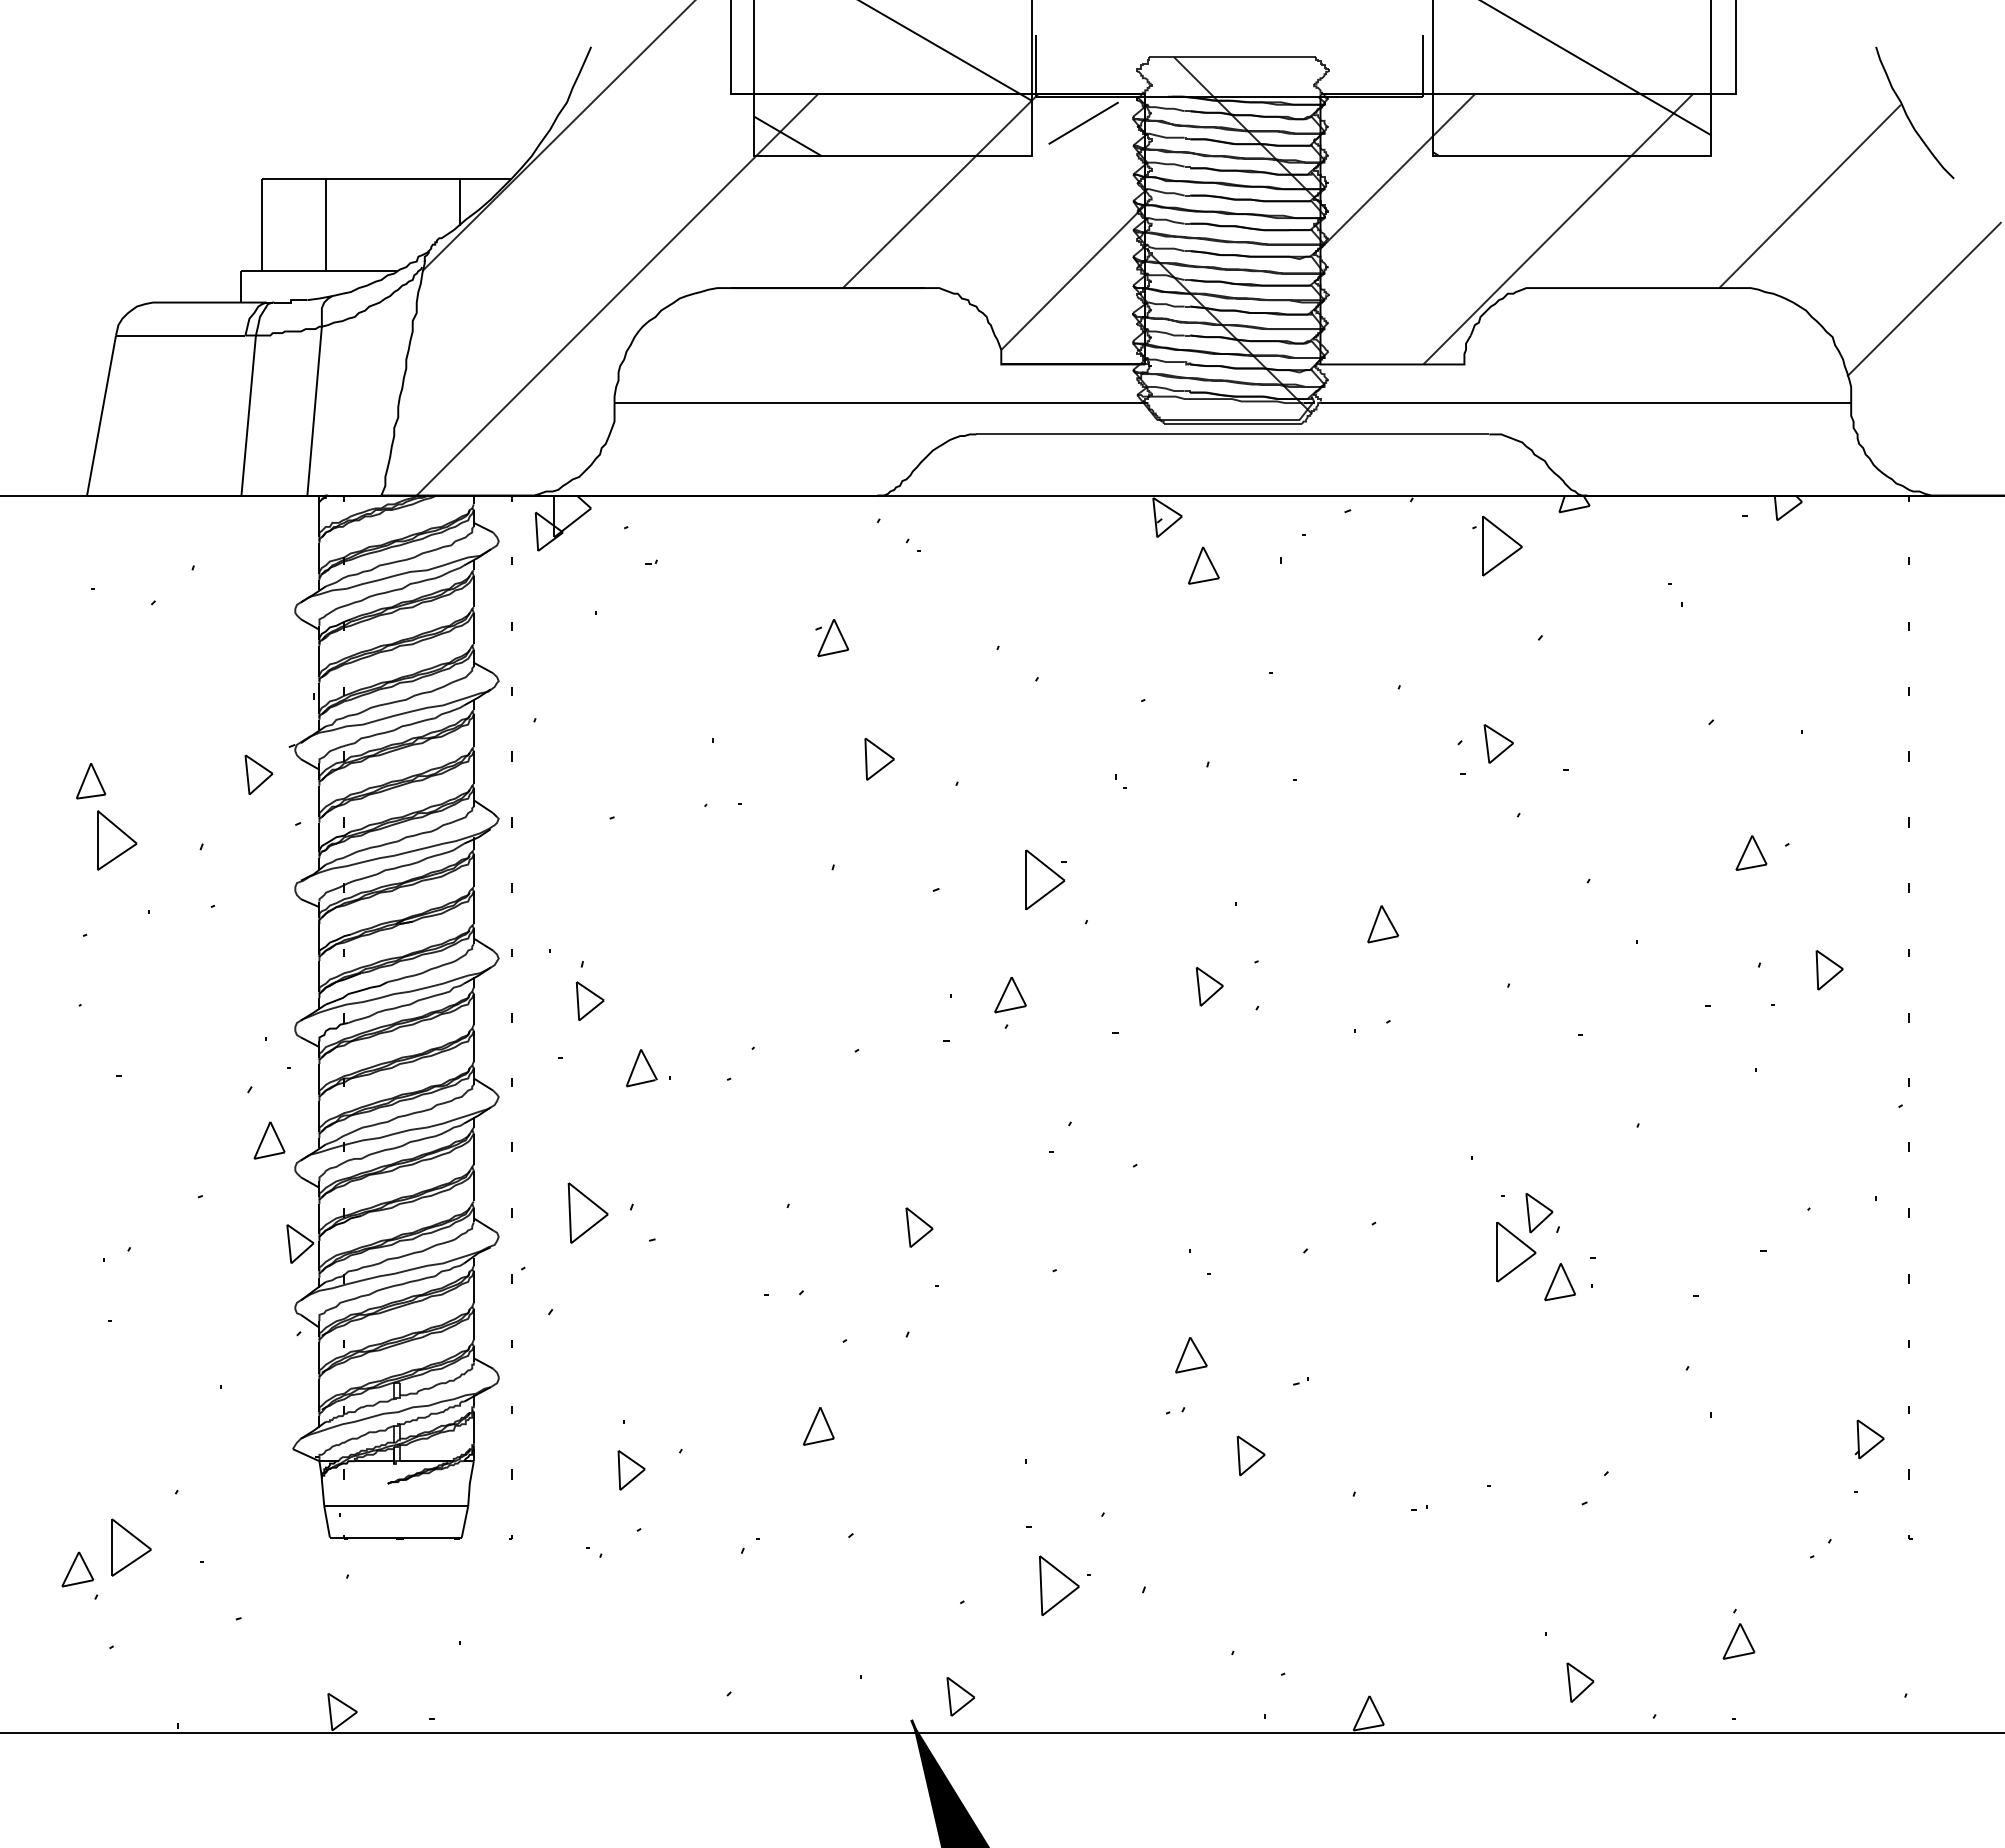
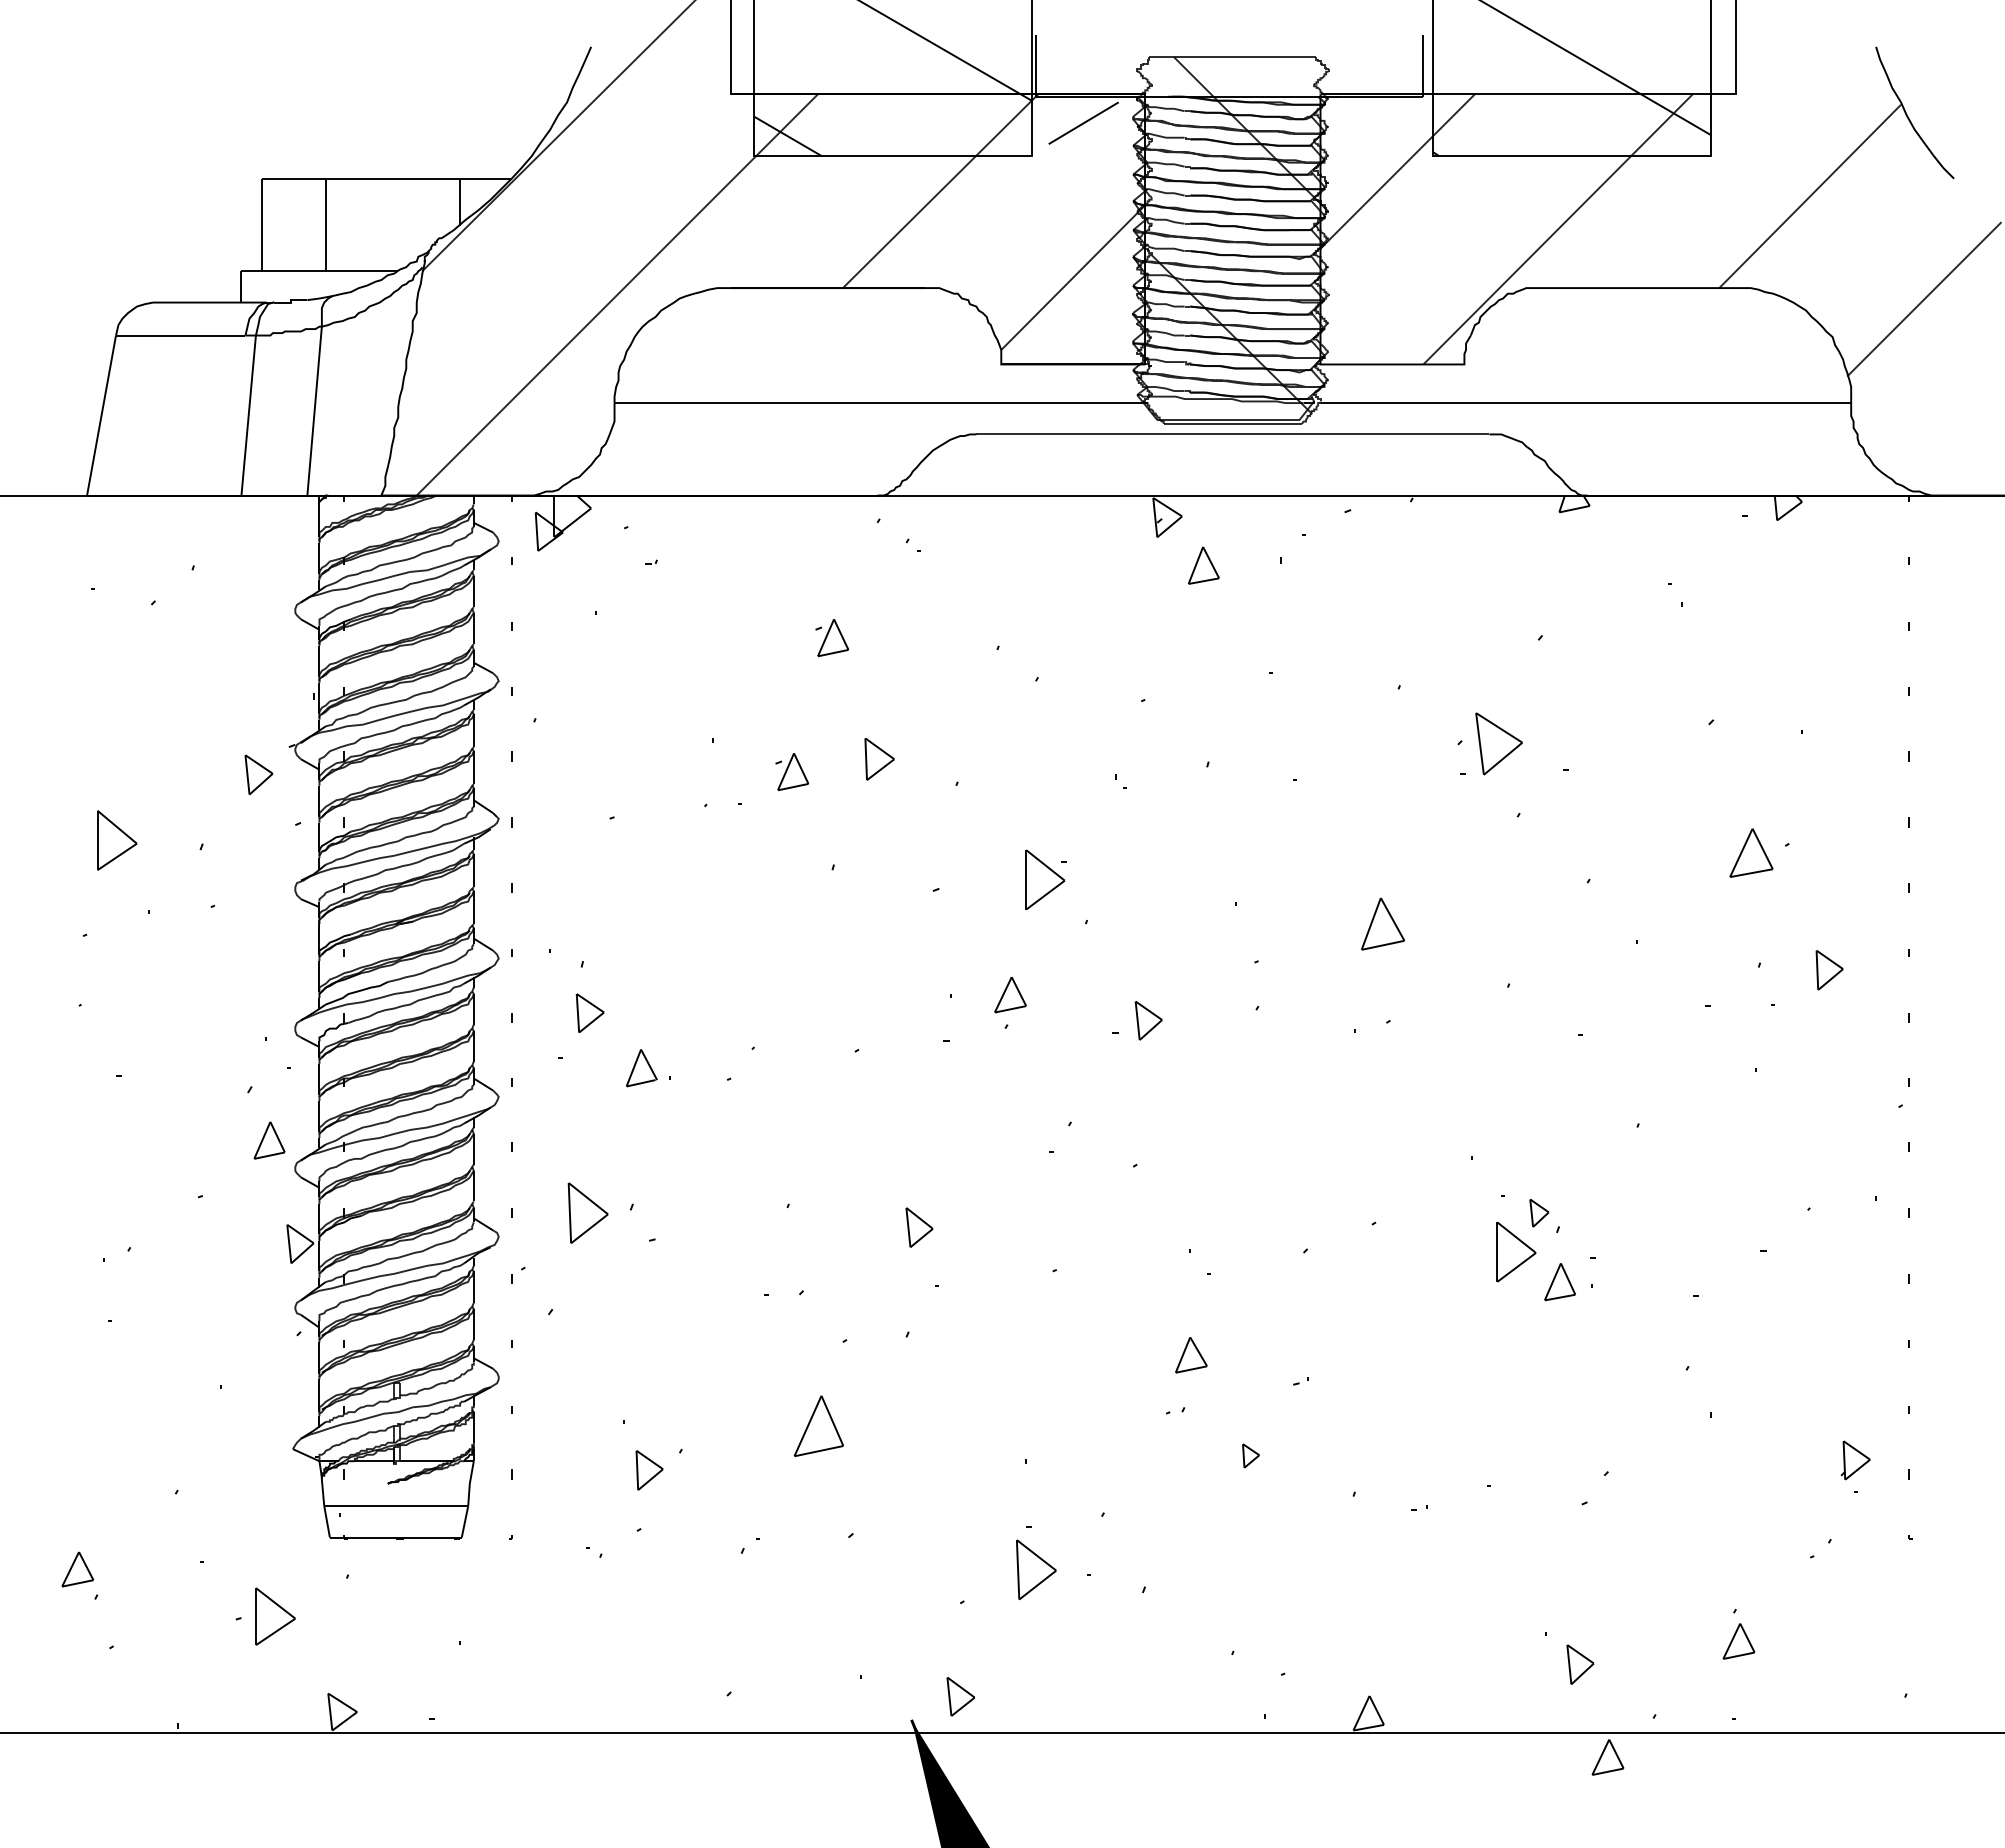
part at (1497, 546): present -> none
part at (1498, 743) size: 31x40 px -> 48x64 px
part at (792, 772): none -> present
part at (91, 781): present -> none
part at (1751, 852) size: 33x36 px -> 45x50 px
part at (1383, 924) size: 33x39 px -> 44x54 px
part at (1209, 986) position: (1209, 986) -> (1148, 1020)
part at (589, 1000) position: (589, 1000) -> (589, 1012)
part at (1539, 1213) size: 29x41 px -> 21x29 px
part at (818, 1426) size: 33x39 px -> 51x62 px
part at (1869, 1439) position: (1869, 1439) -> (1855, 1460)
part at (1250, 1455) size: 30x42 px -> 18x26 px
part at (631, 1470) position: (631, 1470) -> (649, 1470)
part at (131, 1547) position: (131, 1547) -> (275, 1616)
part at (1059, 1585) position: (1059, 1585) -> (1036, 1569)
part at (1580, 1682) position: (1580, 1682) -> (1580, 1664)
part at (1607, 1757): none -> present
